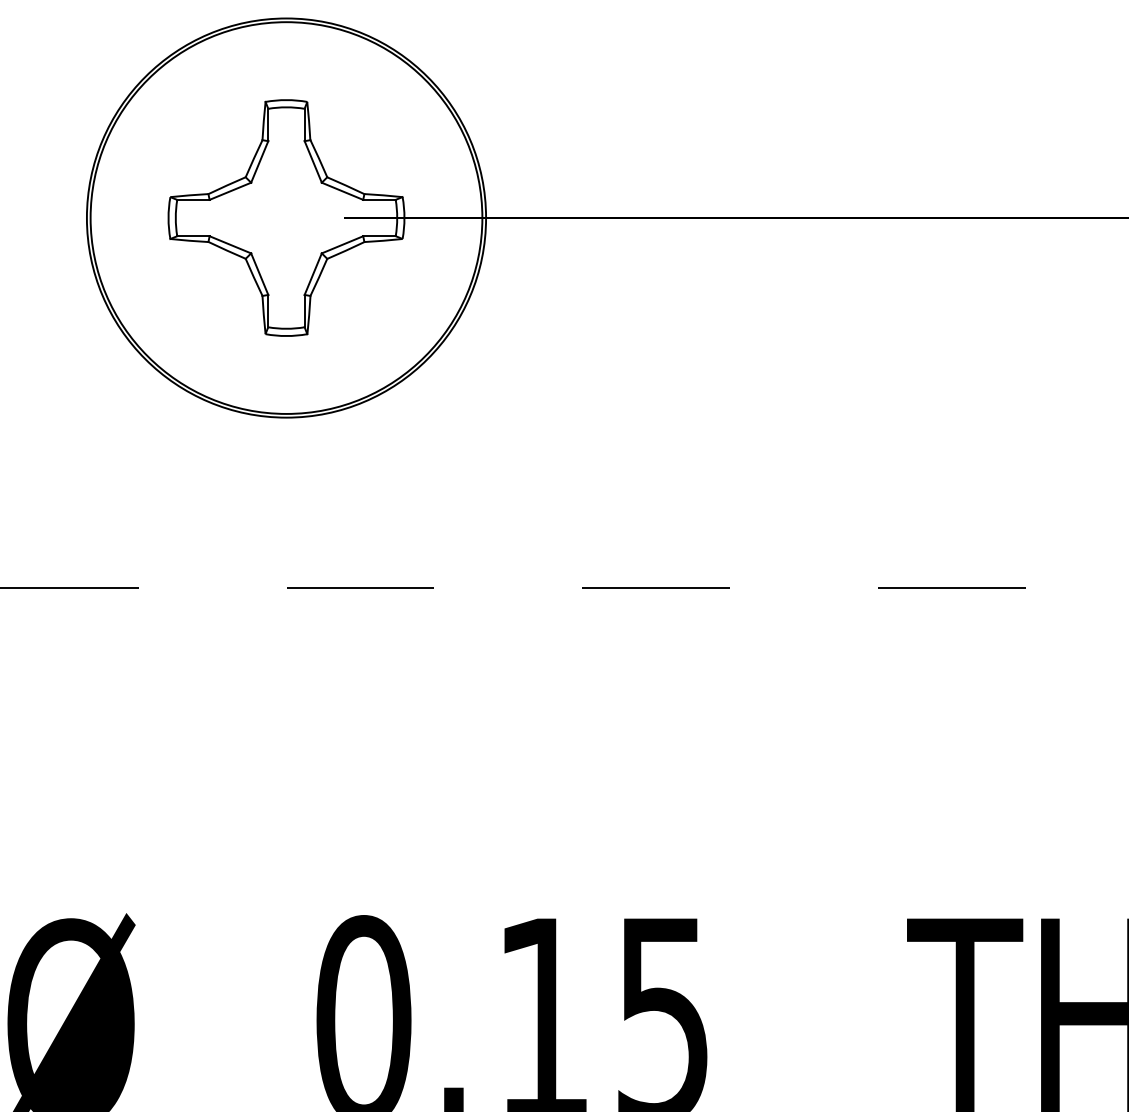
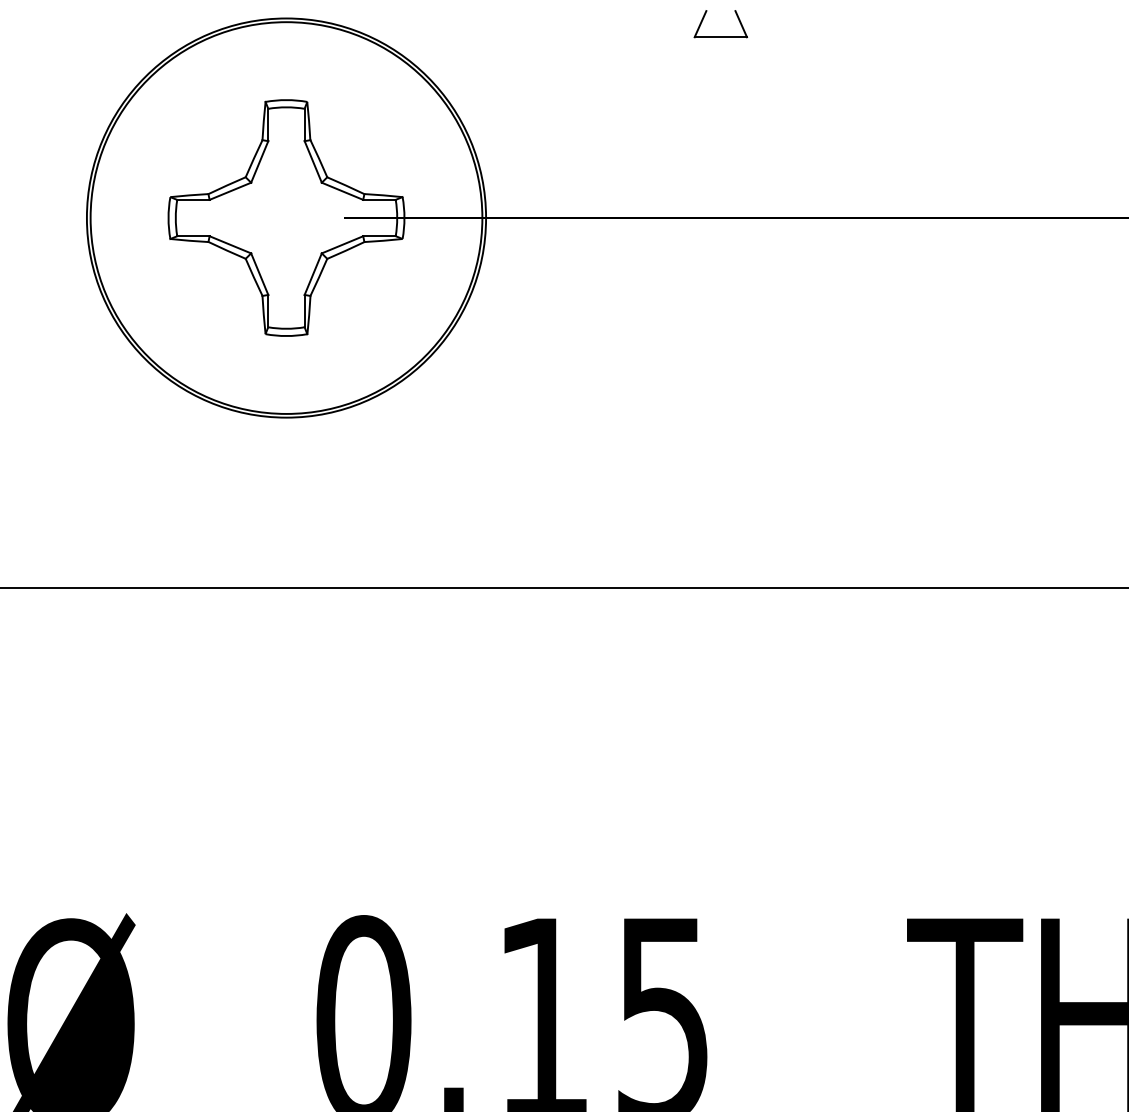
part at (720, 36): none -> present
line at (564, 587): dashed -> solid
